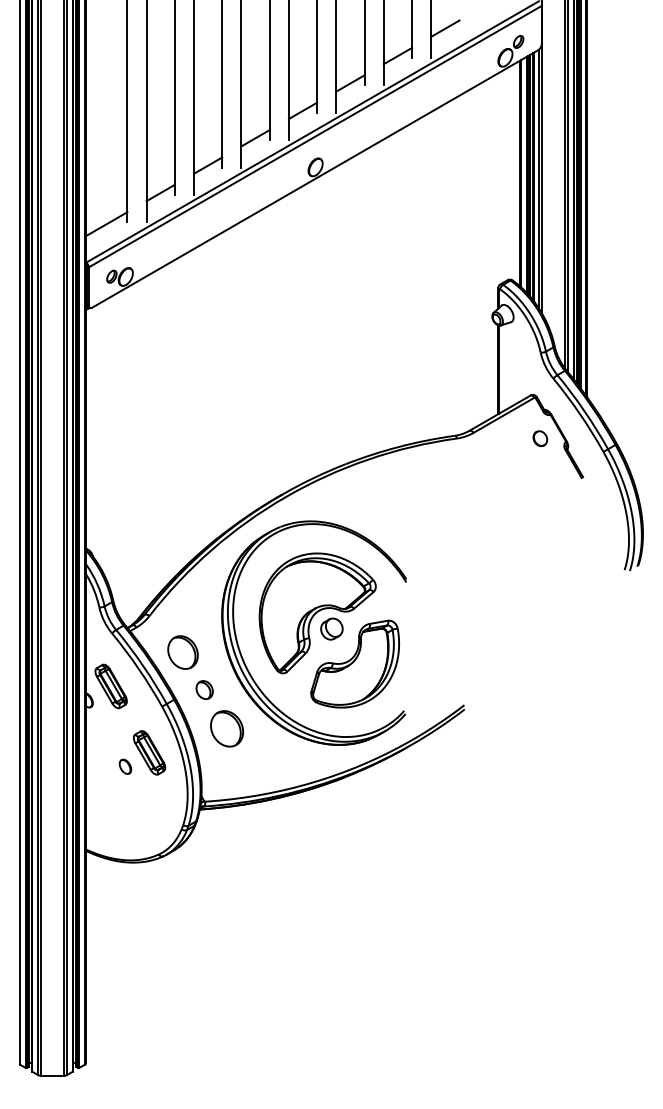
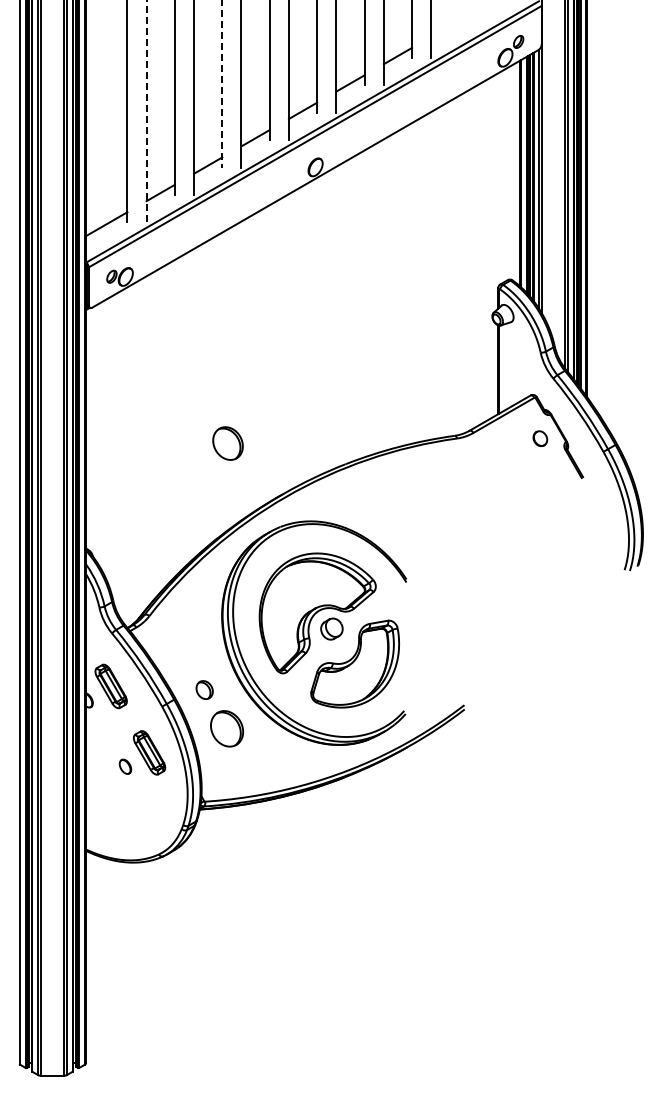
line at (445, 28): present -> none
line at (222, 84): solid -> dashed
line at (146, 111): solid -> dashed
part at (182, 652) position: (182, 652) -> (227, 443)
